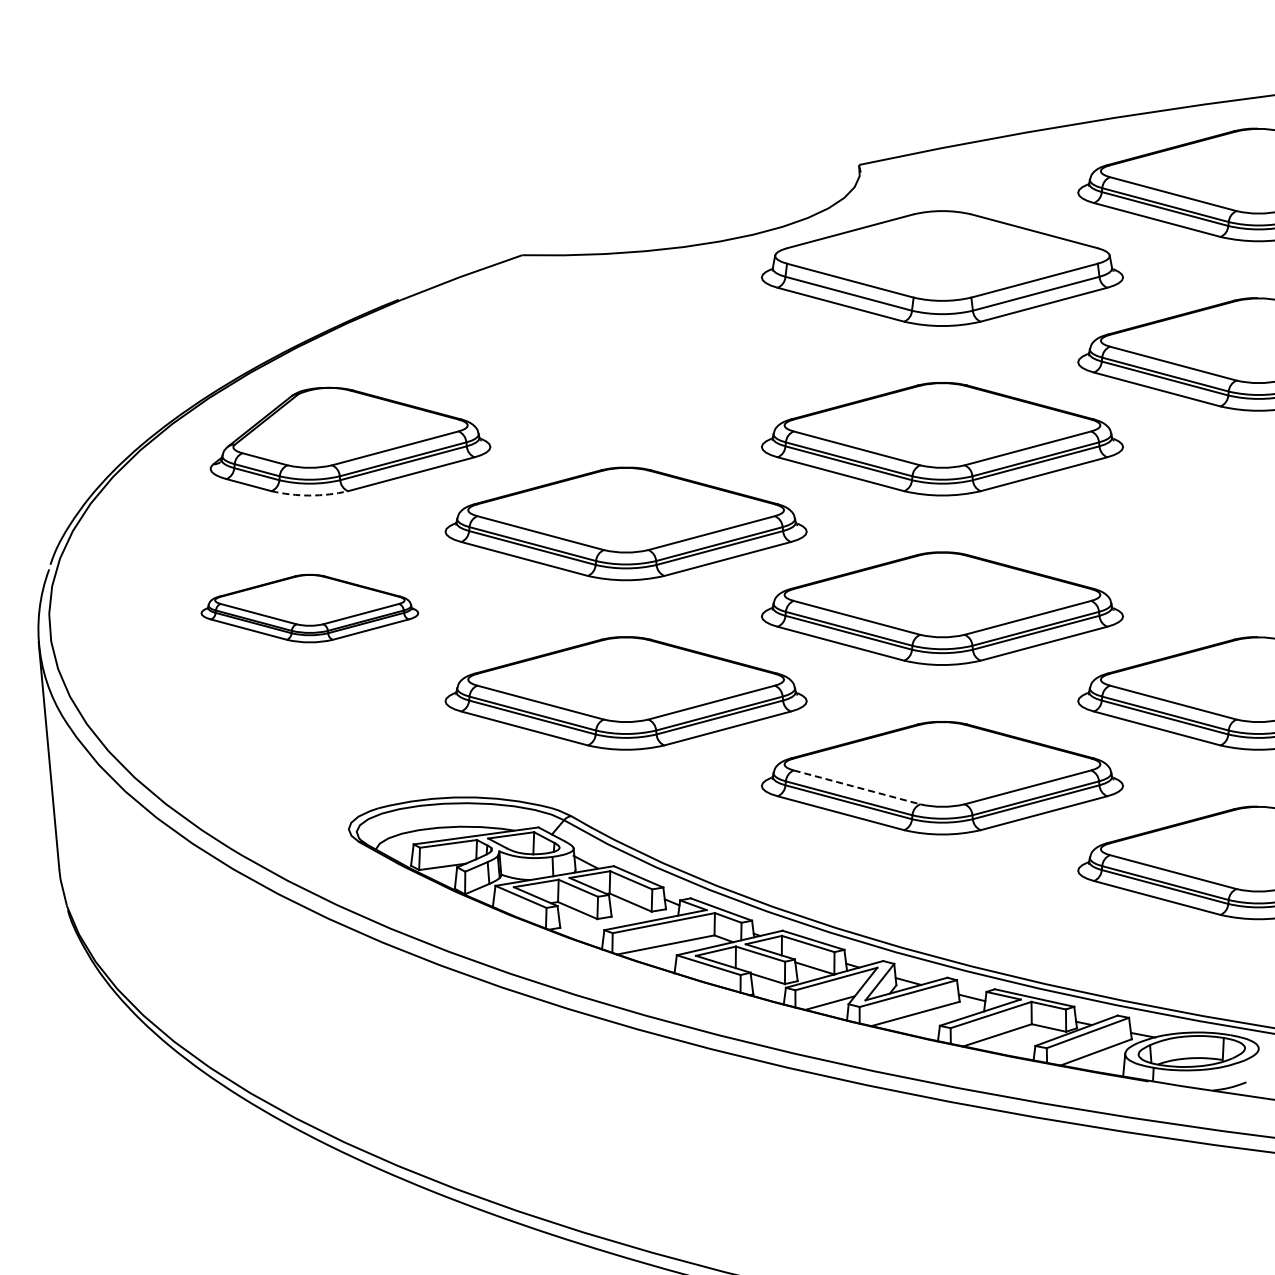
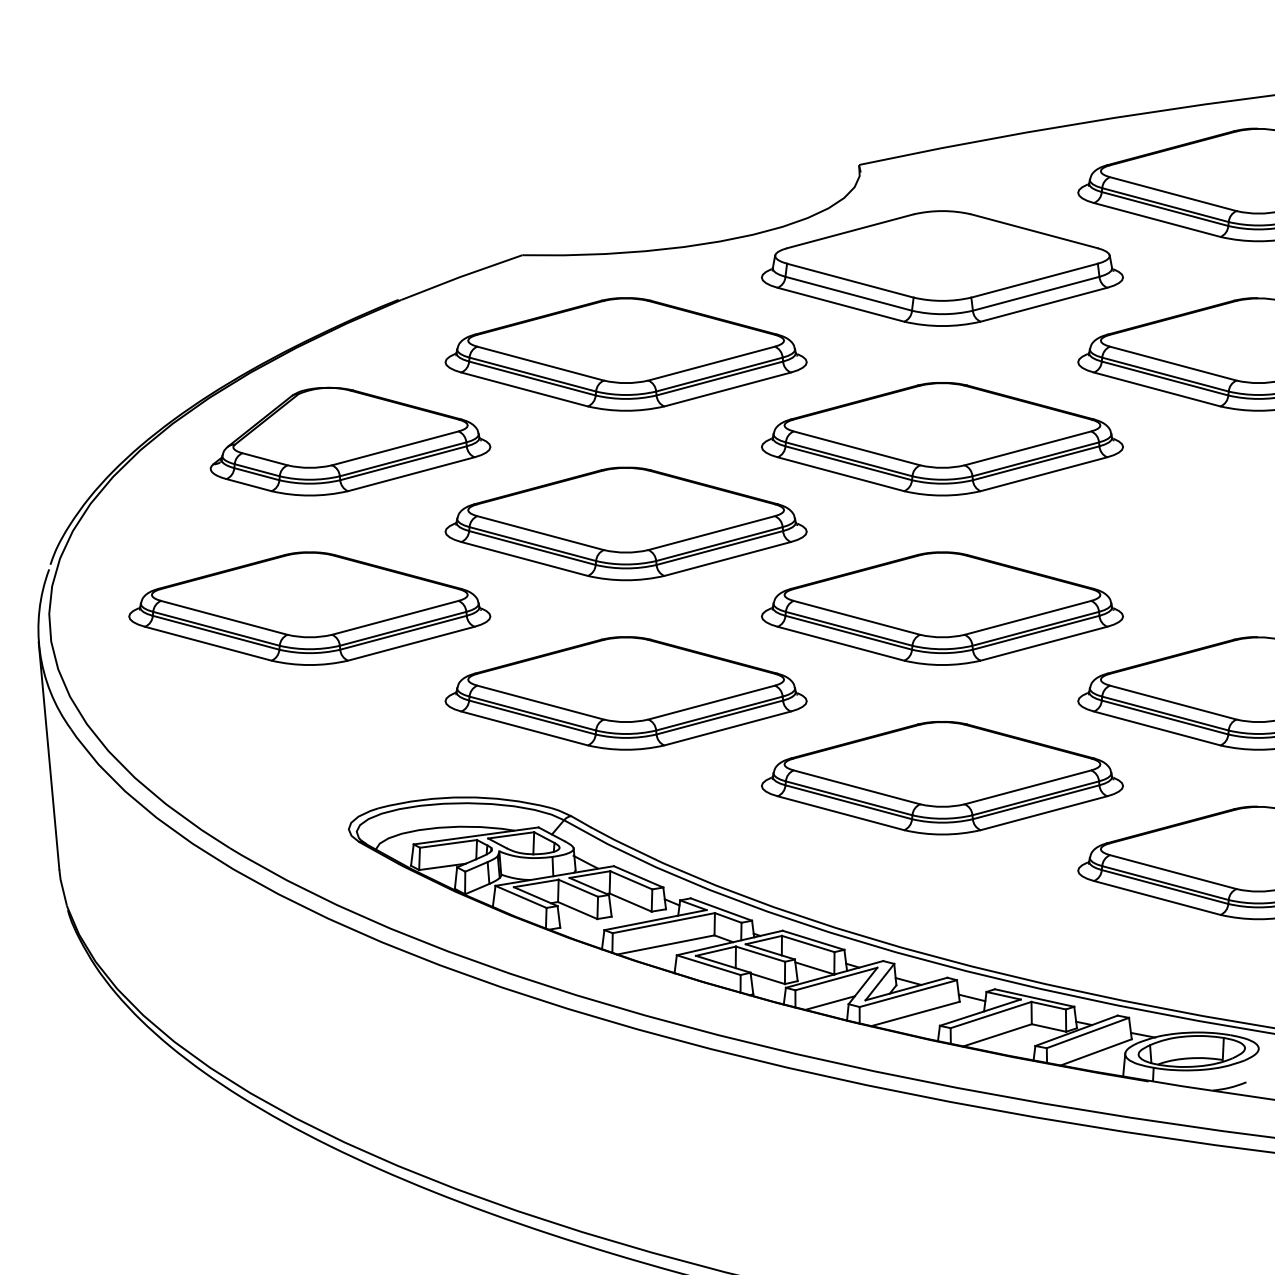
part at (625, 354): none -> present
arc at (309, 495): dashed -> solid
part at (309, 608) size: 220x71 px -> 364x115 px
line at (857, 787): dashed -> solid
